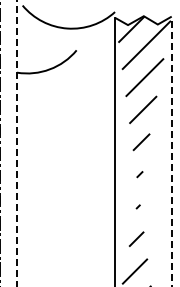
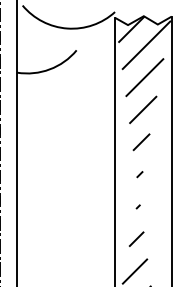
line at (17, 143): dashed -> solid
line at (171, 151): dashed -> solid
